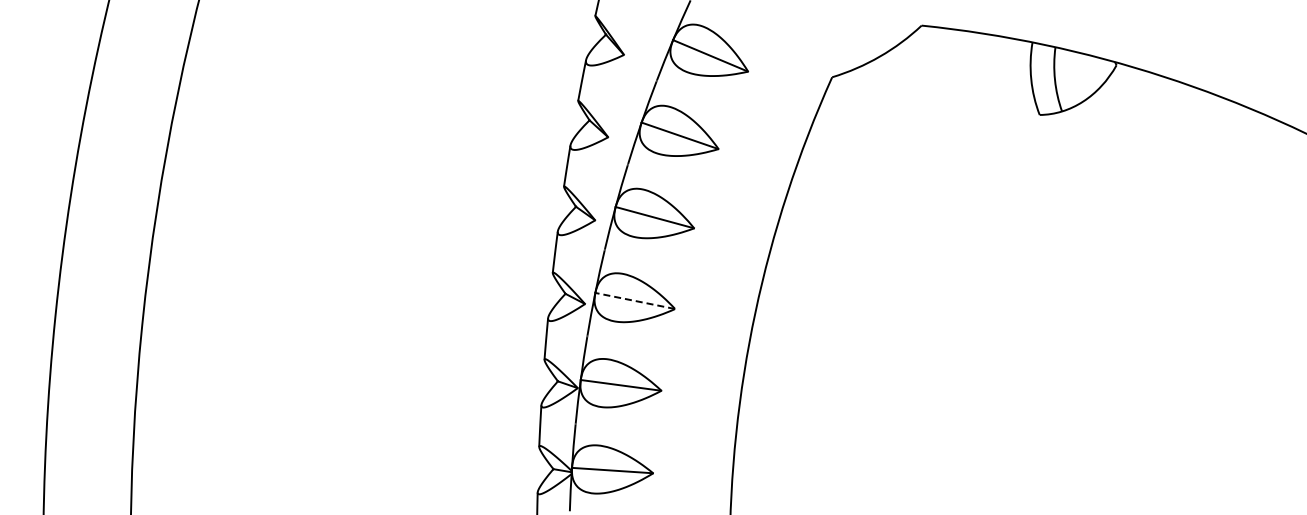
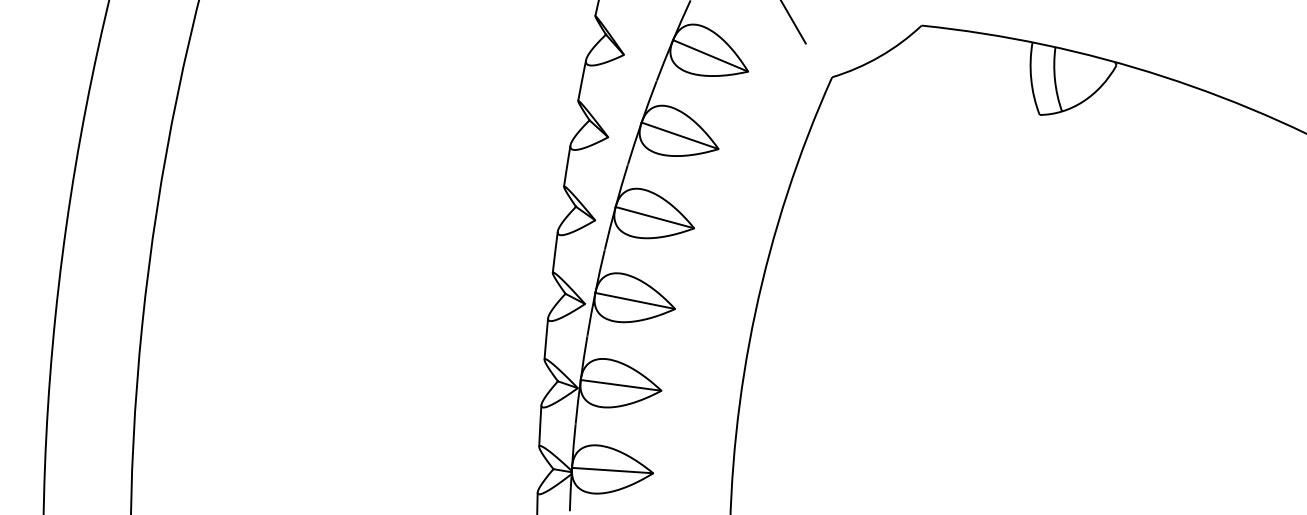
line at (793, 22): none -> present
line at (635, 300): dashed -> solid
